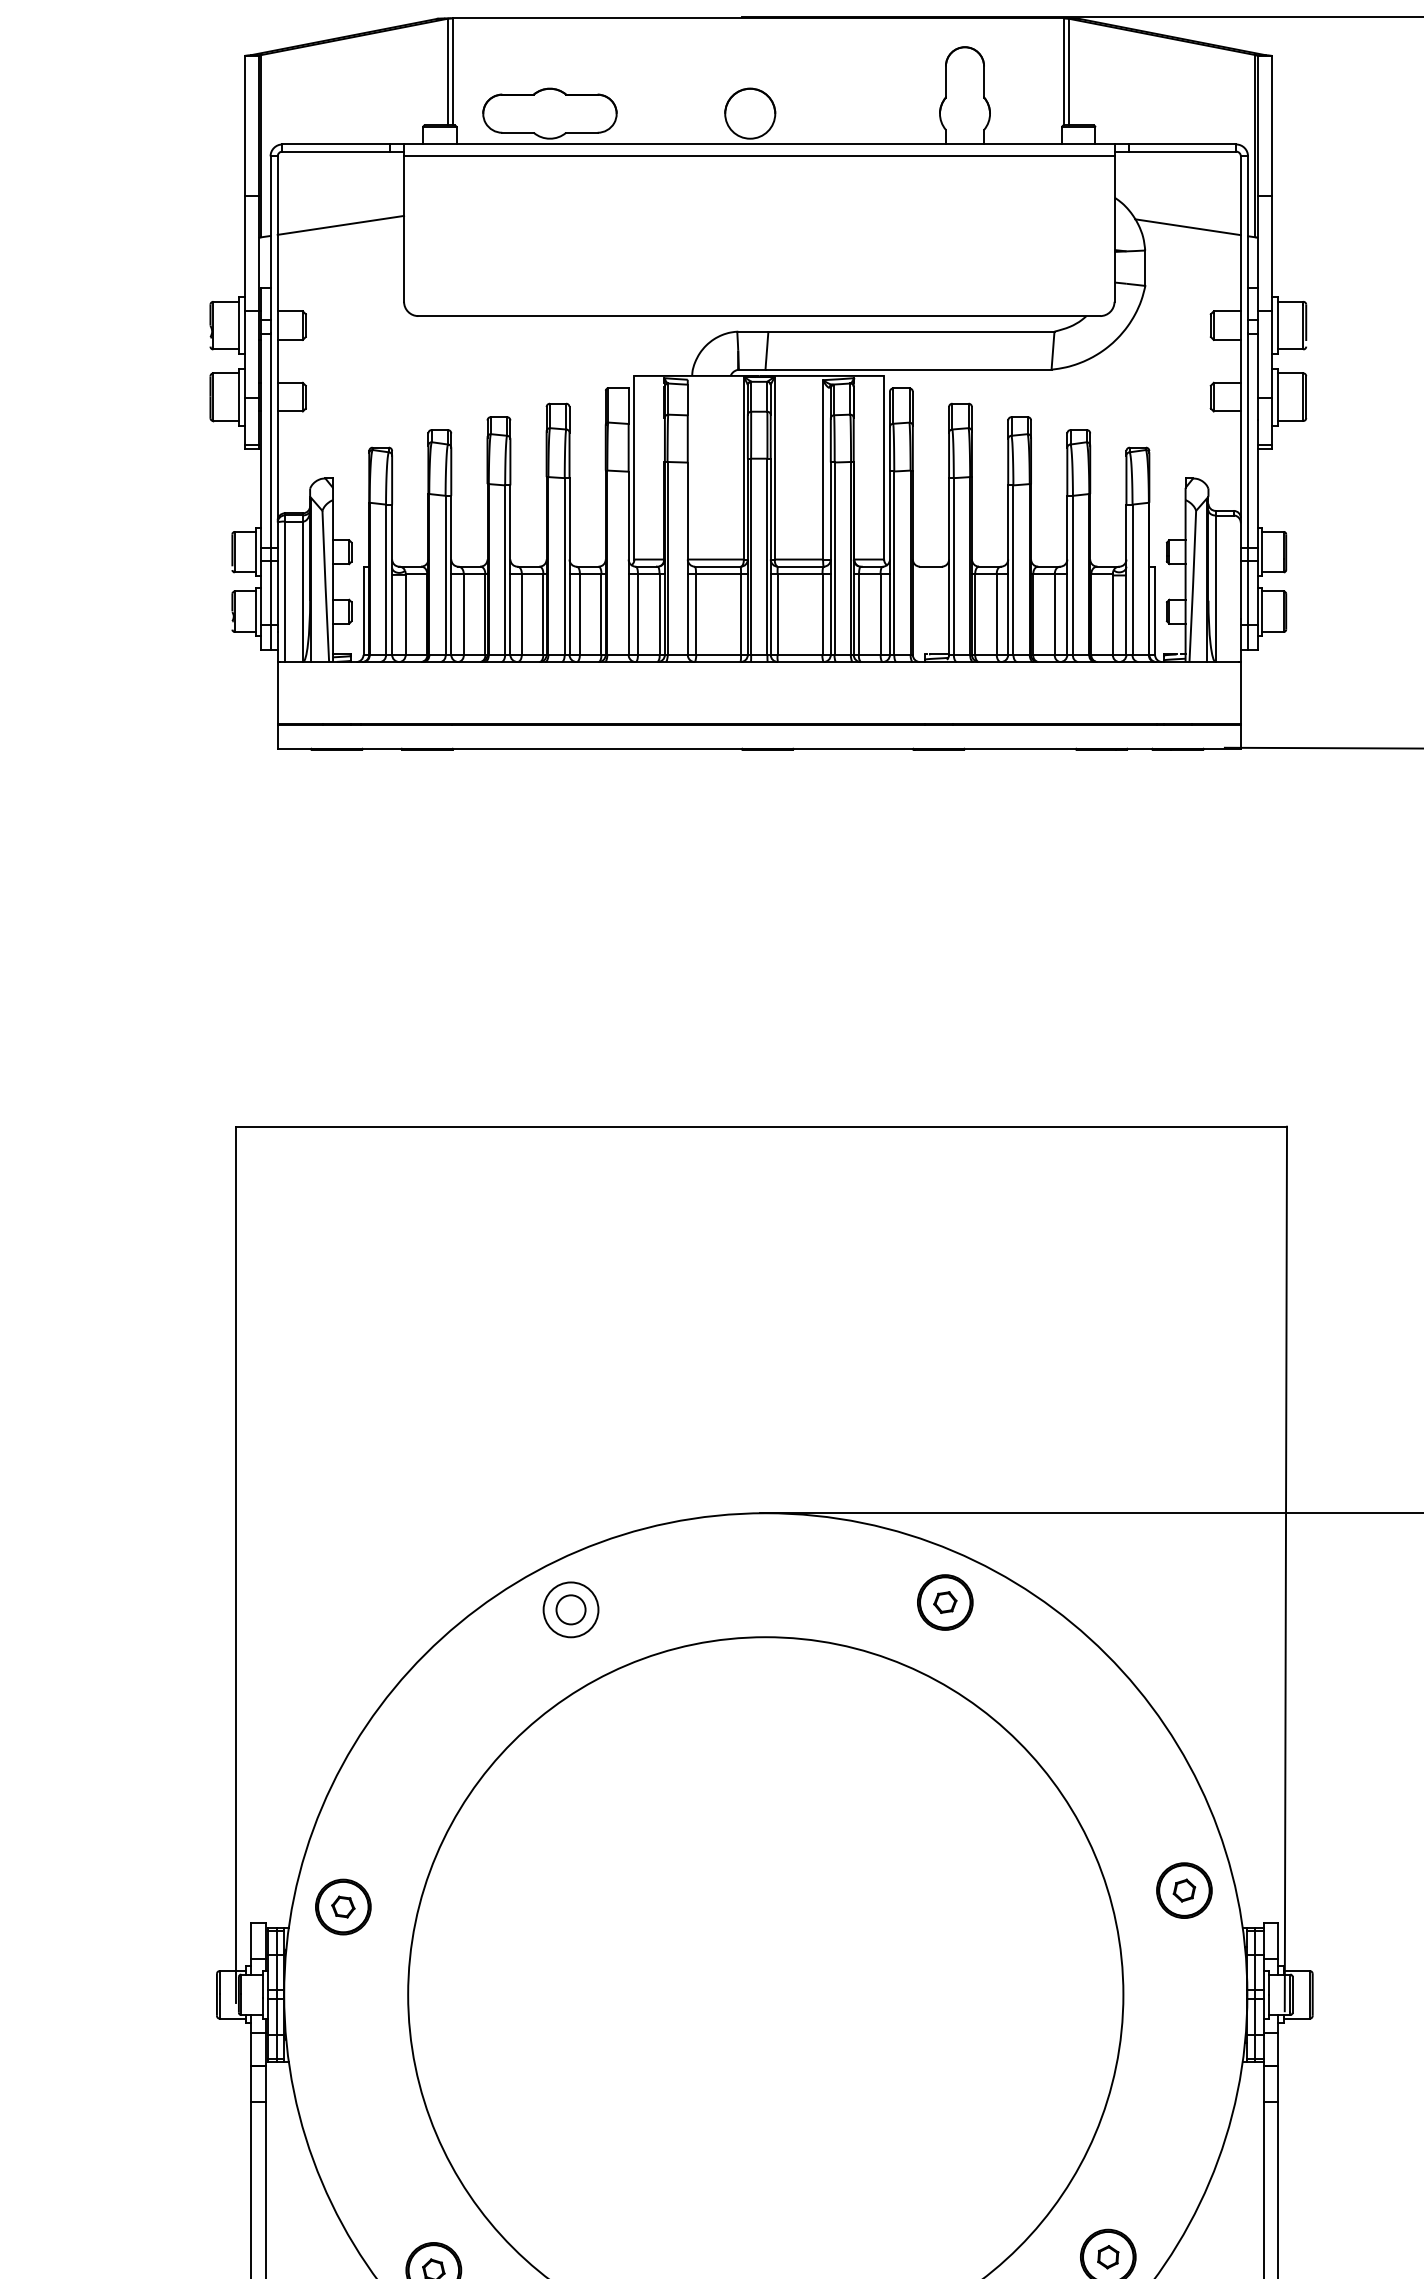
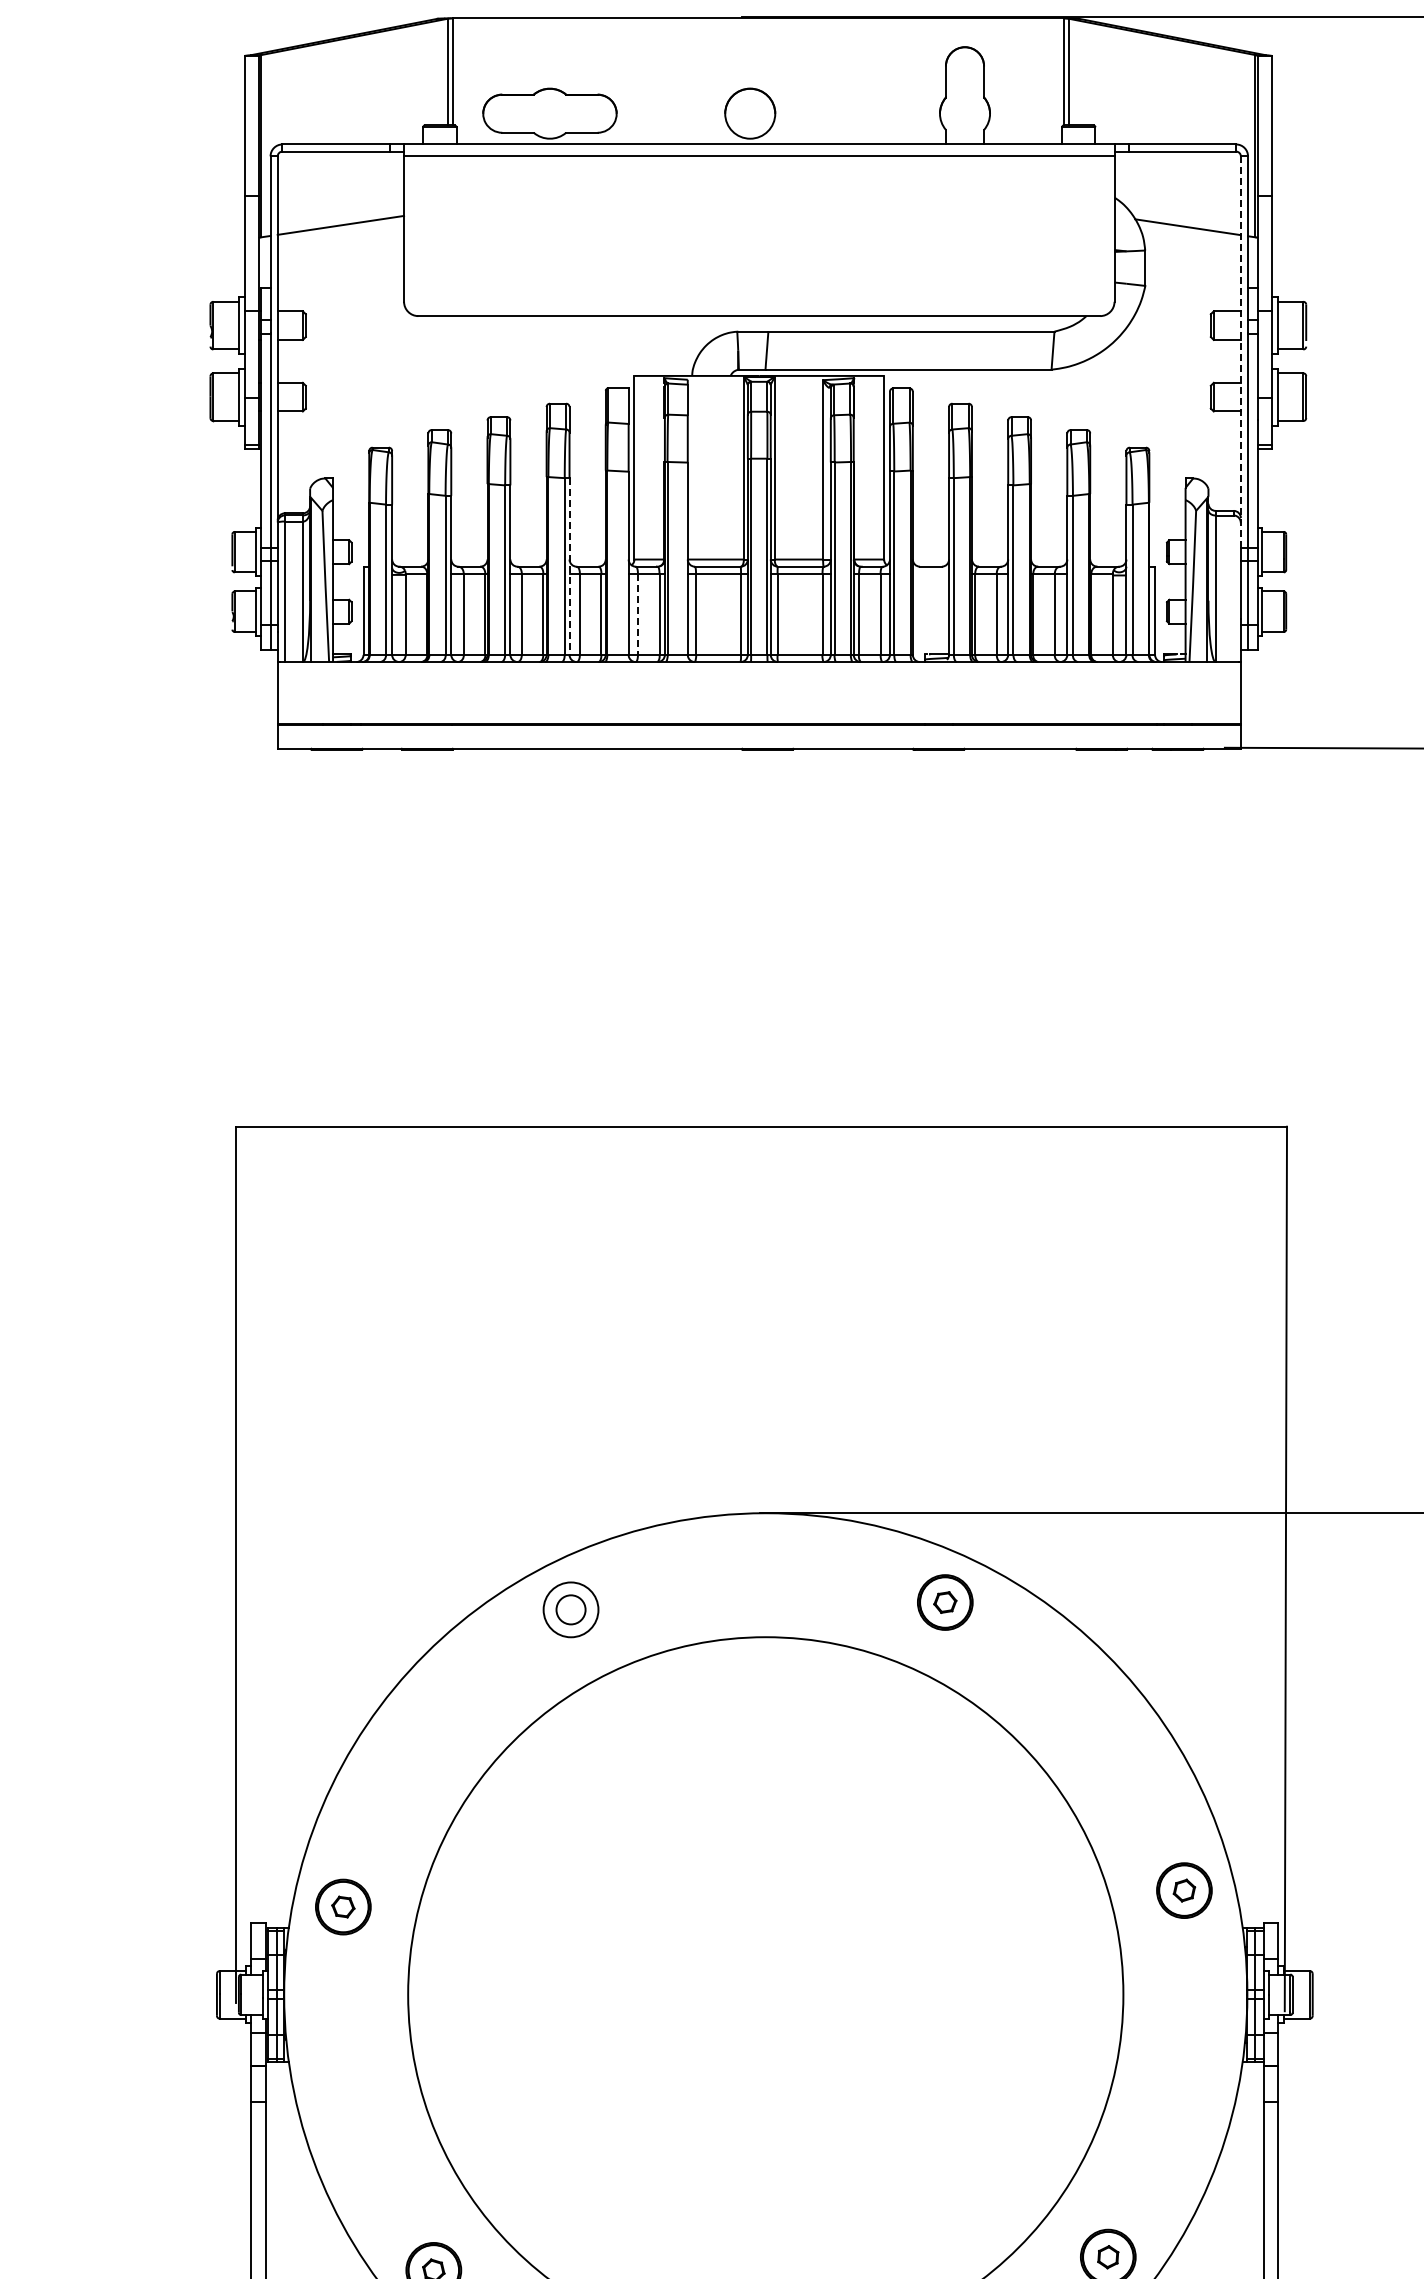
line at (1240, 352): solid -> dashed
line at (569, 567): solid -> dashed
line at (638, 614): solid -> dashed
